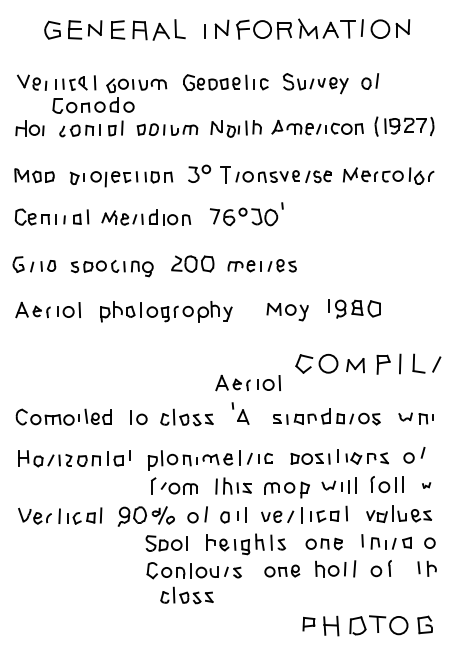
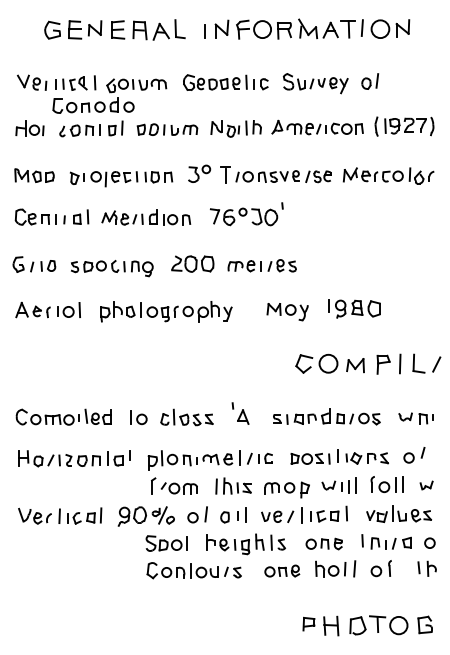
part at (247, 382): present -> none
part at (426, 485) size: 10x7 px -> 15x11 px
part at (186, 595): present -> none
